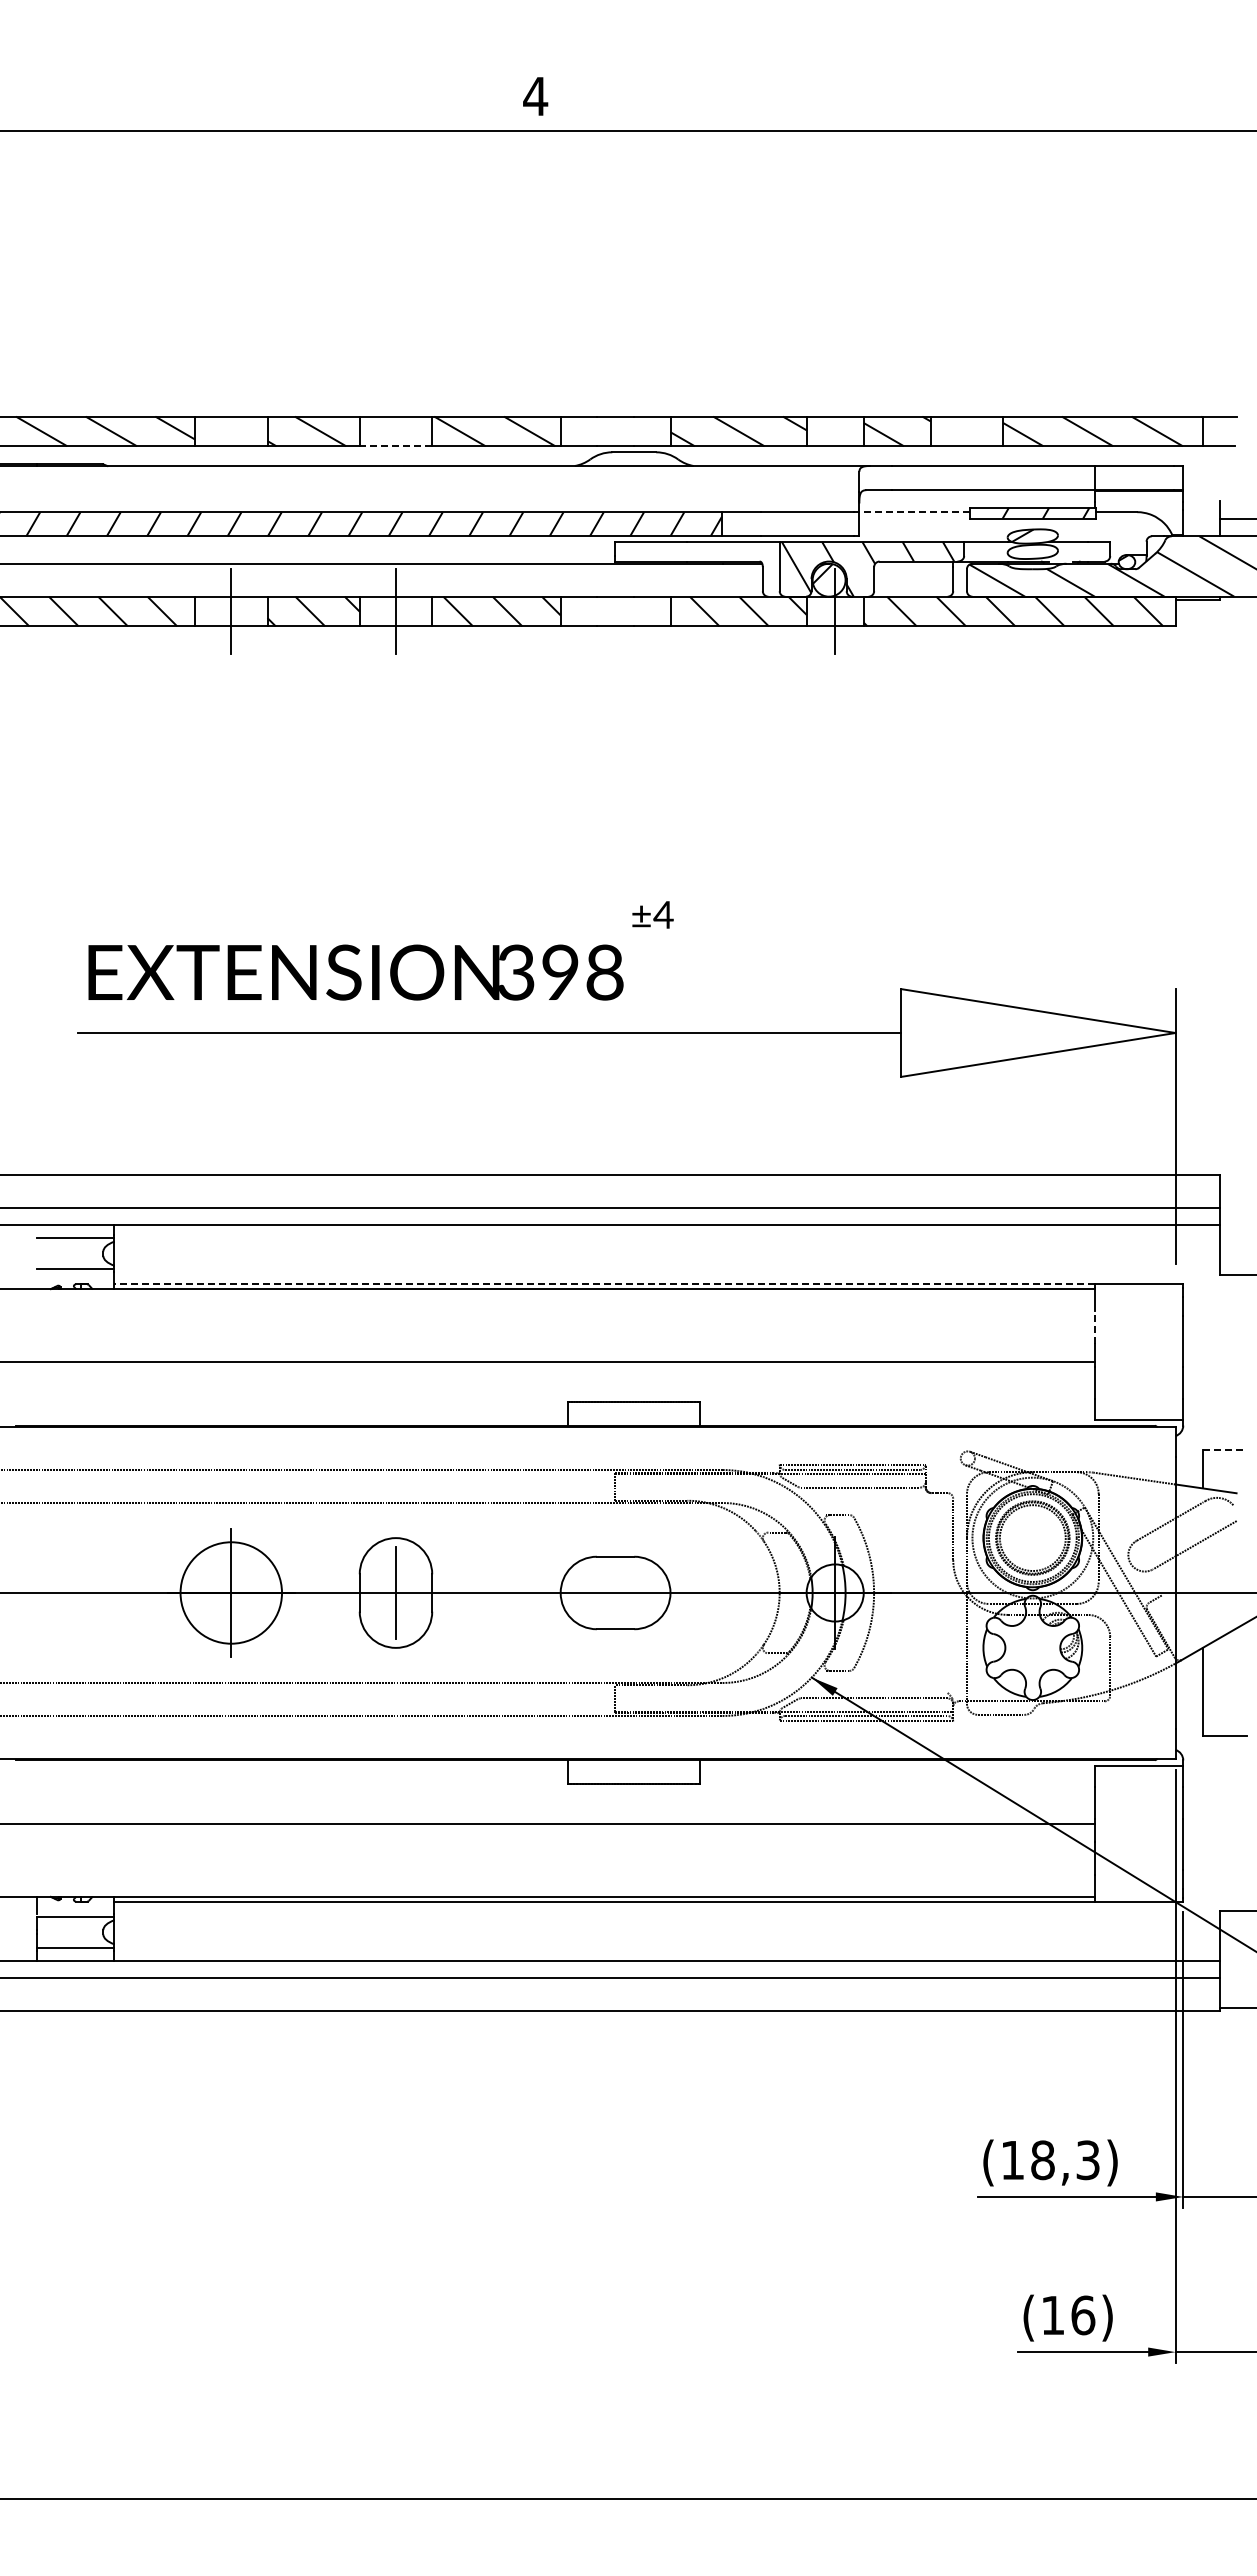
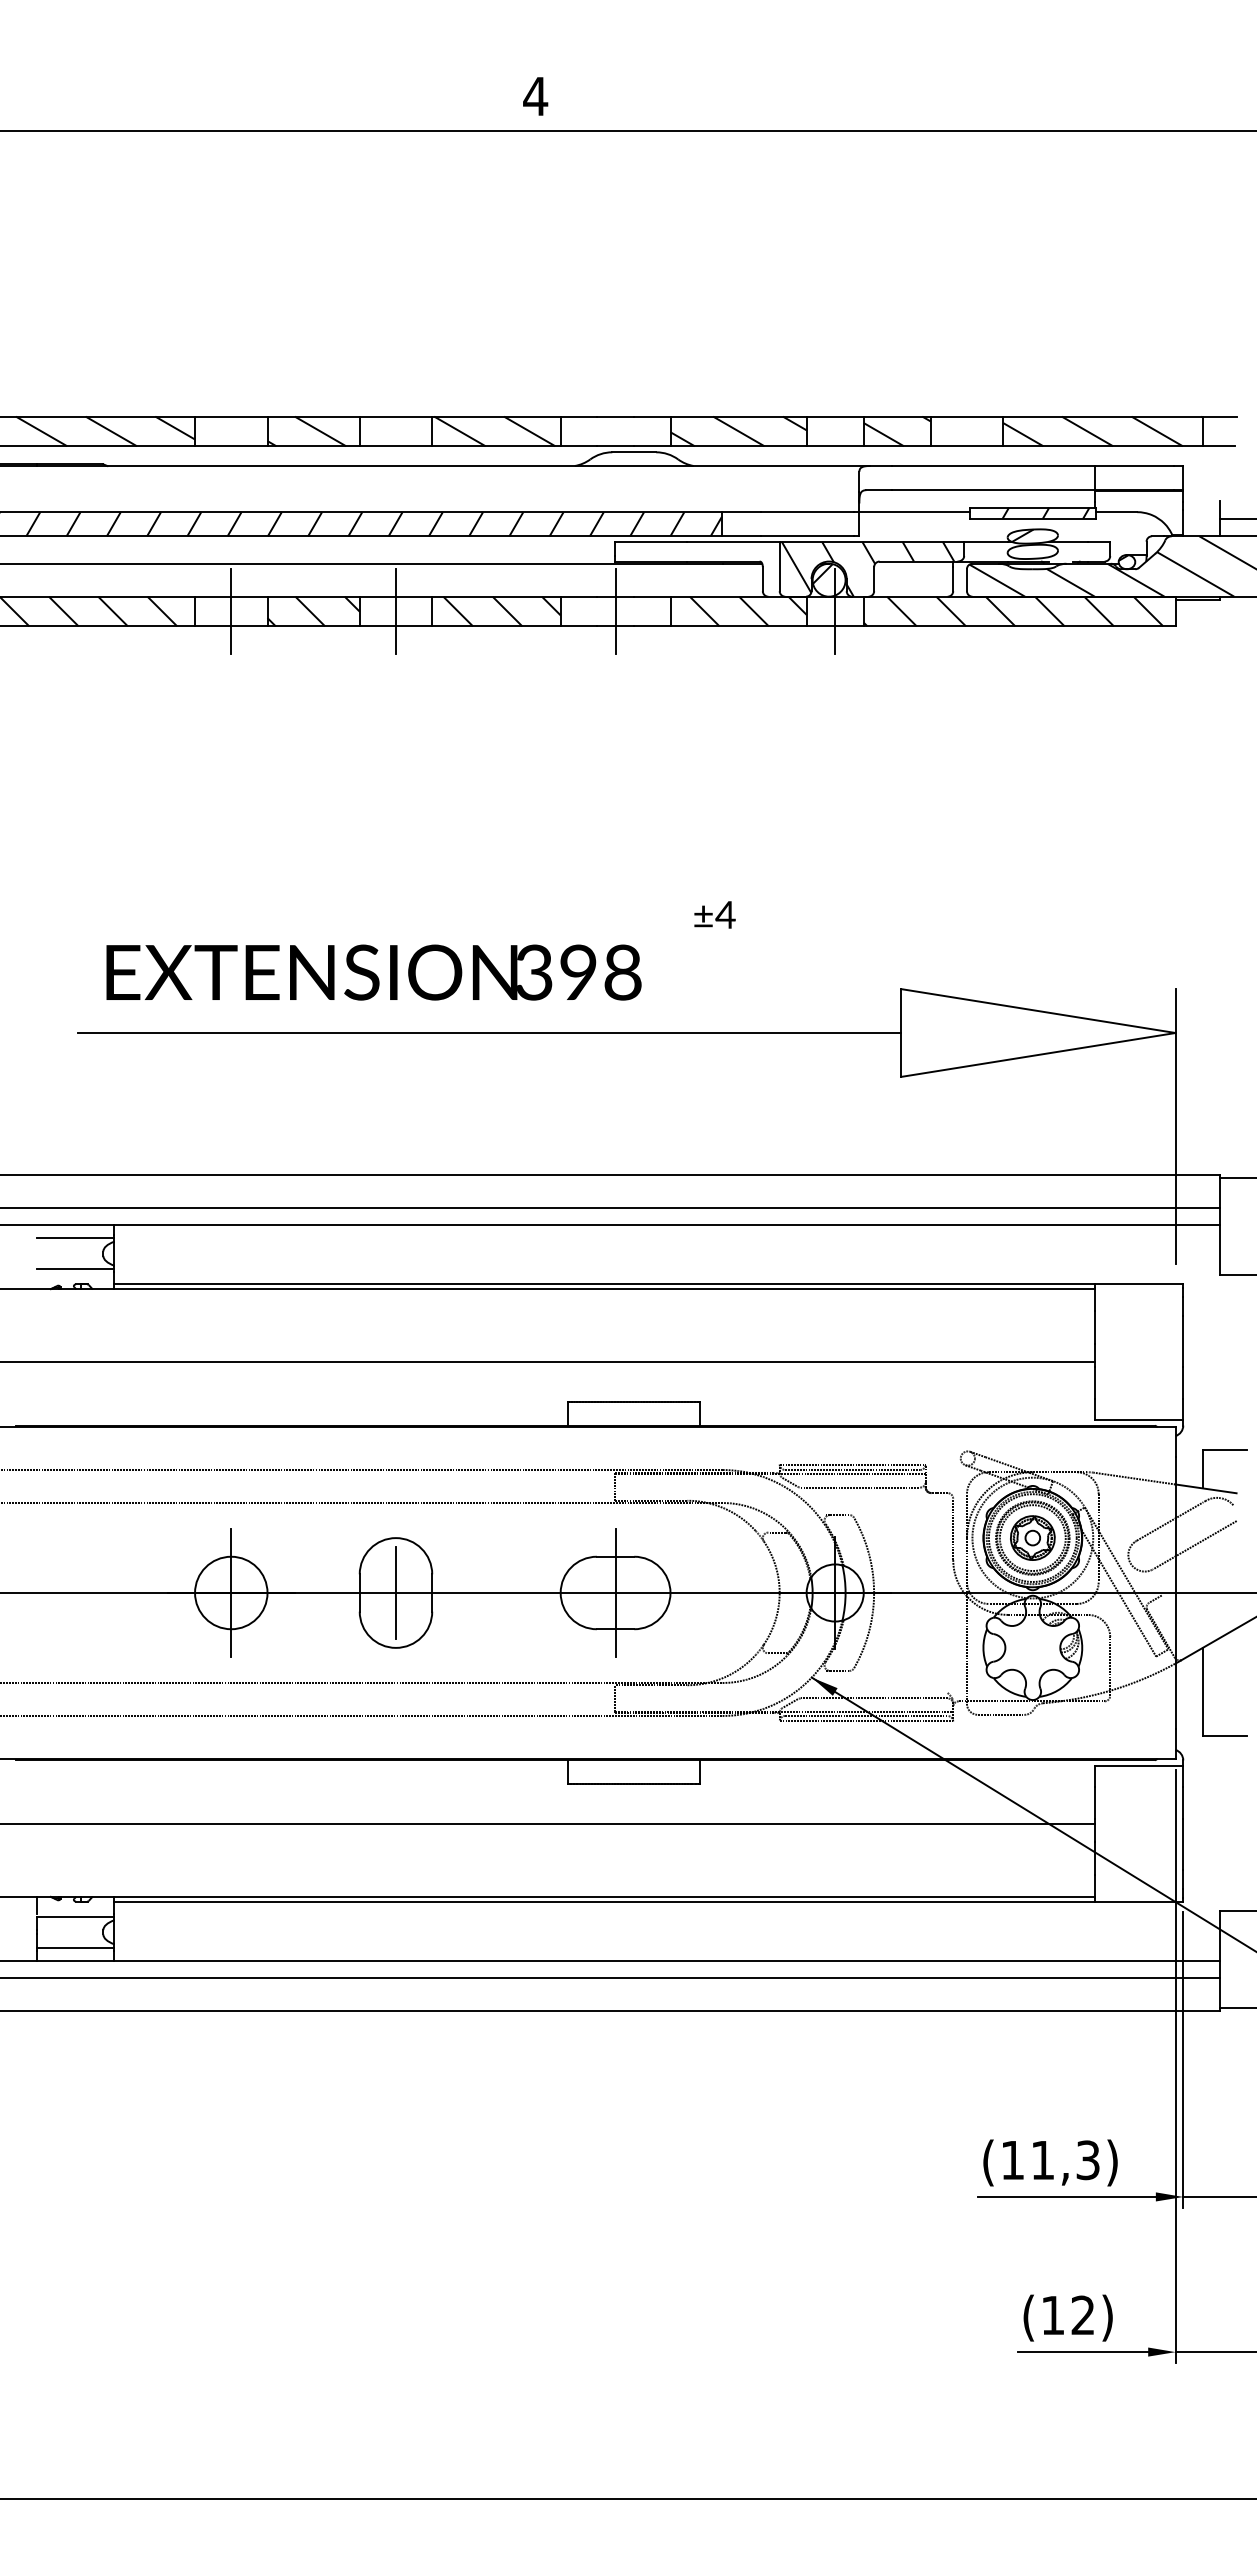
line at (395, 446): dashed -> solid
line at (914, 512): dashed -> solid
line at (615, 611): none -> present
text at (652, 914) position: (652, 914) -> (714, 914)
text at (355, 972) position: (355, 972) -> (373, 972)
line at (1236, 1177): none -> present
line at (604, 1284): dashed -> solid
line at (1095, 1327): dashed -> solid
line at (1224, 1450): dashed -> solid
part at (1032, 1537): none -> present
circle at (231, 1592) diameter: 101 px -> 72 px
line at (615, 1592): none -> present
text at (1042, 2160): (18,3) -> (11,3)
text at (1083, 2315): (16) -> (12)
